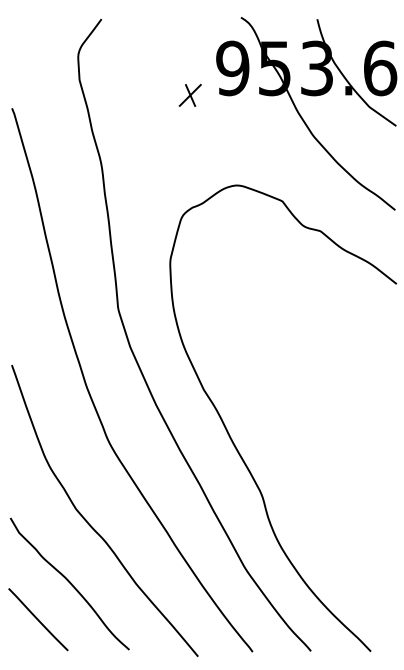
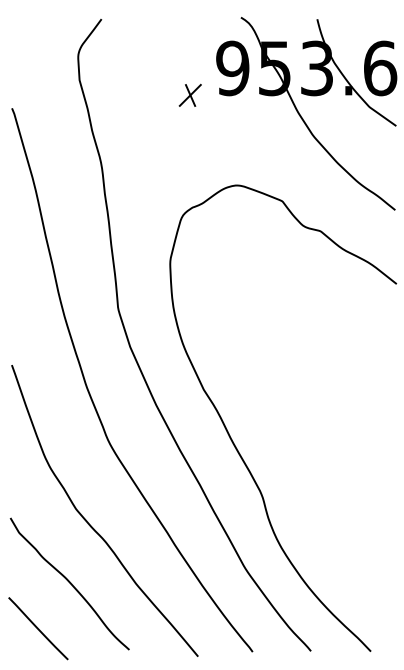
line at (38, 619) position: (38, 619) -> (38, 628)
